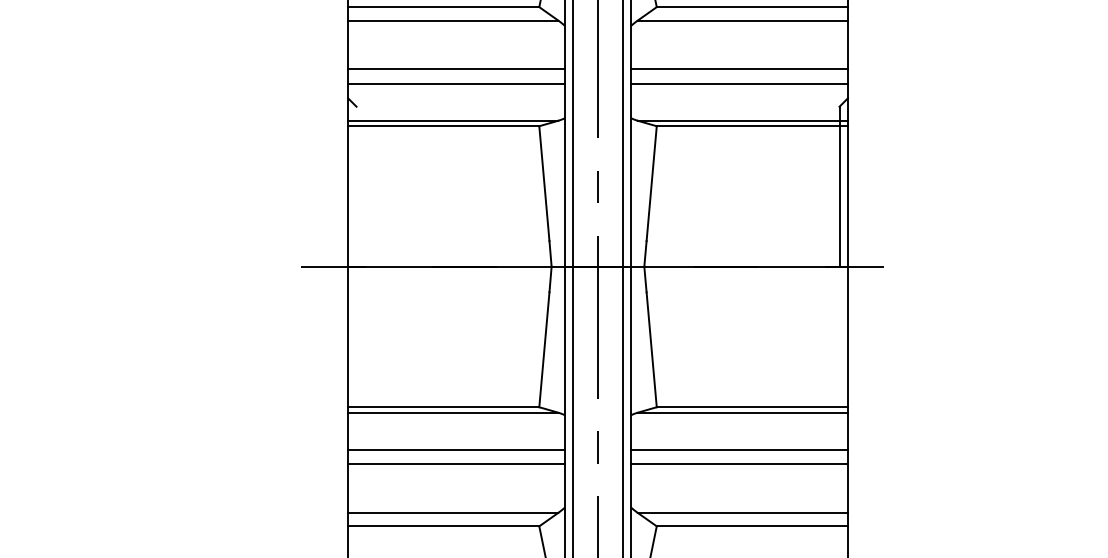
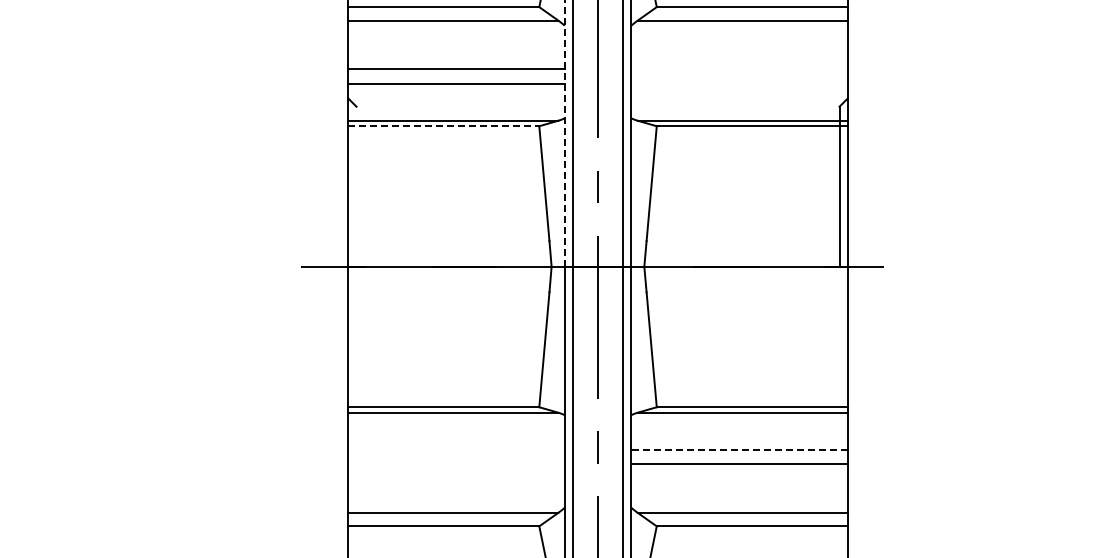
line at (739, 69): present -> none
line at (739, 83): present -> none
line at (443, 126): solid -> dashed
line at (564, 133): solid -> dashed
line at (456, 449): present -> none
line at (739, 449): solid -> dashed
line at (456, 464): present -> none
